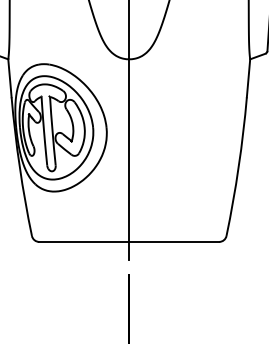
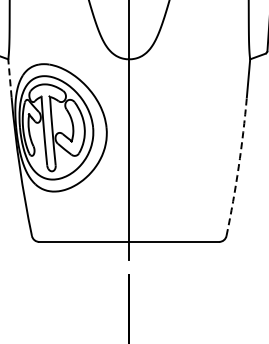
line at (9, 77): solid -> dashed
arc at (238, 166): solid -> dashed
